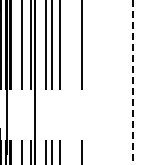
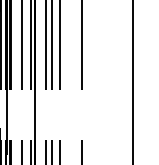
line at (132, 82): dashed -> solid
